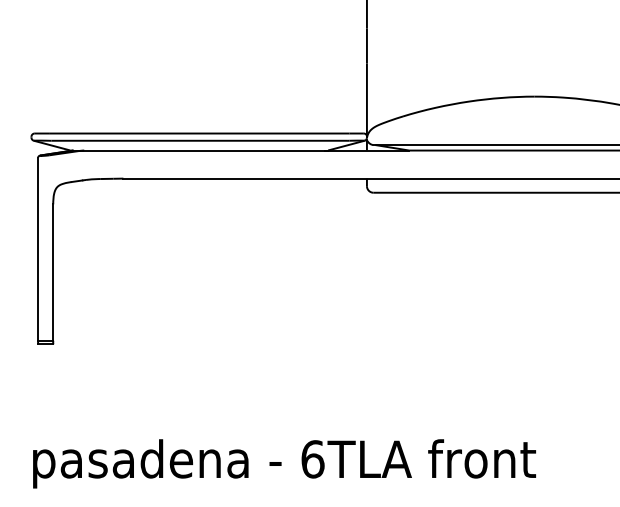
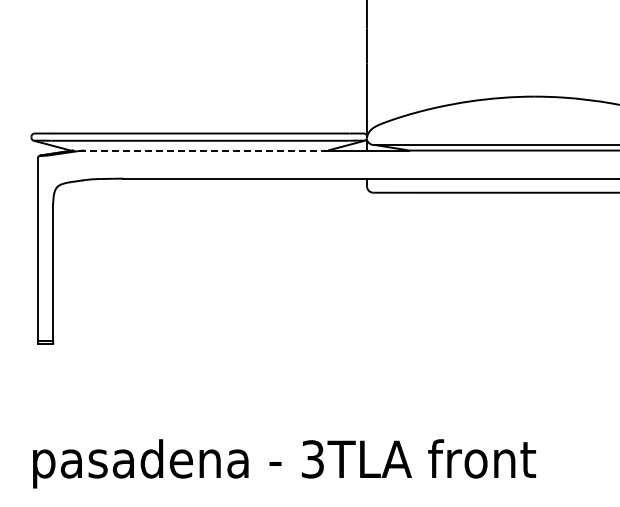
line at (199, 150): solid -> dashed
text at (312, 459): 6TLA -> 3TLA
